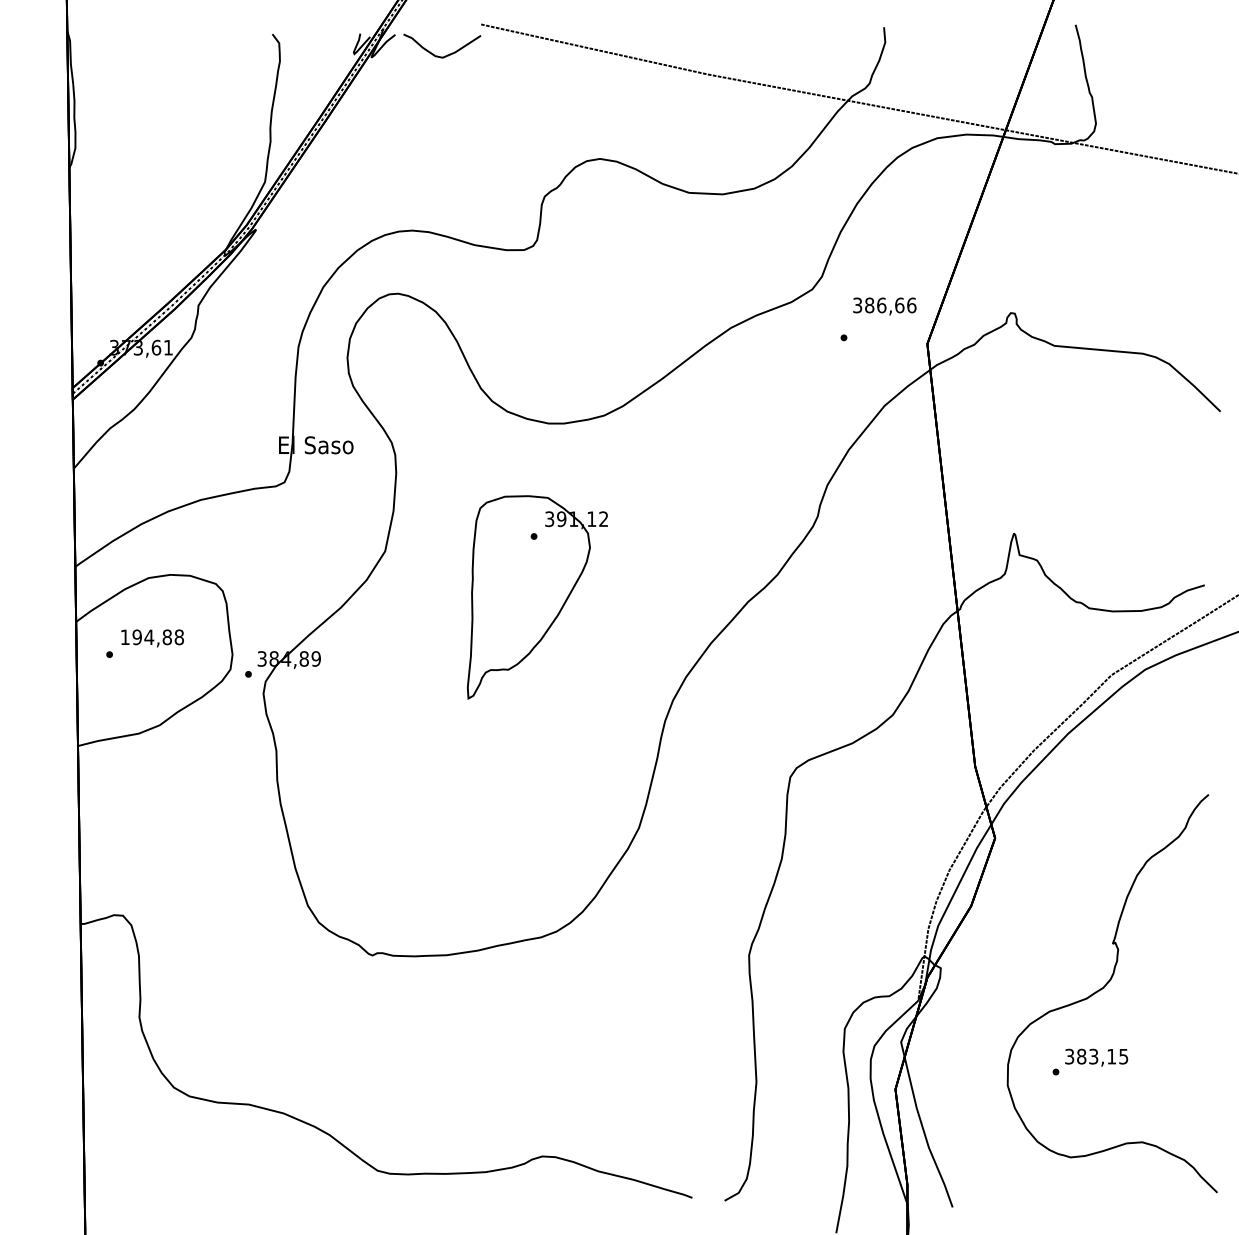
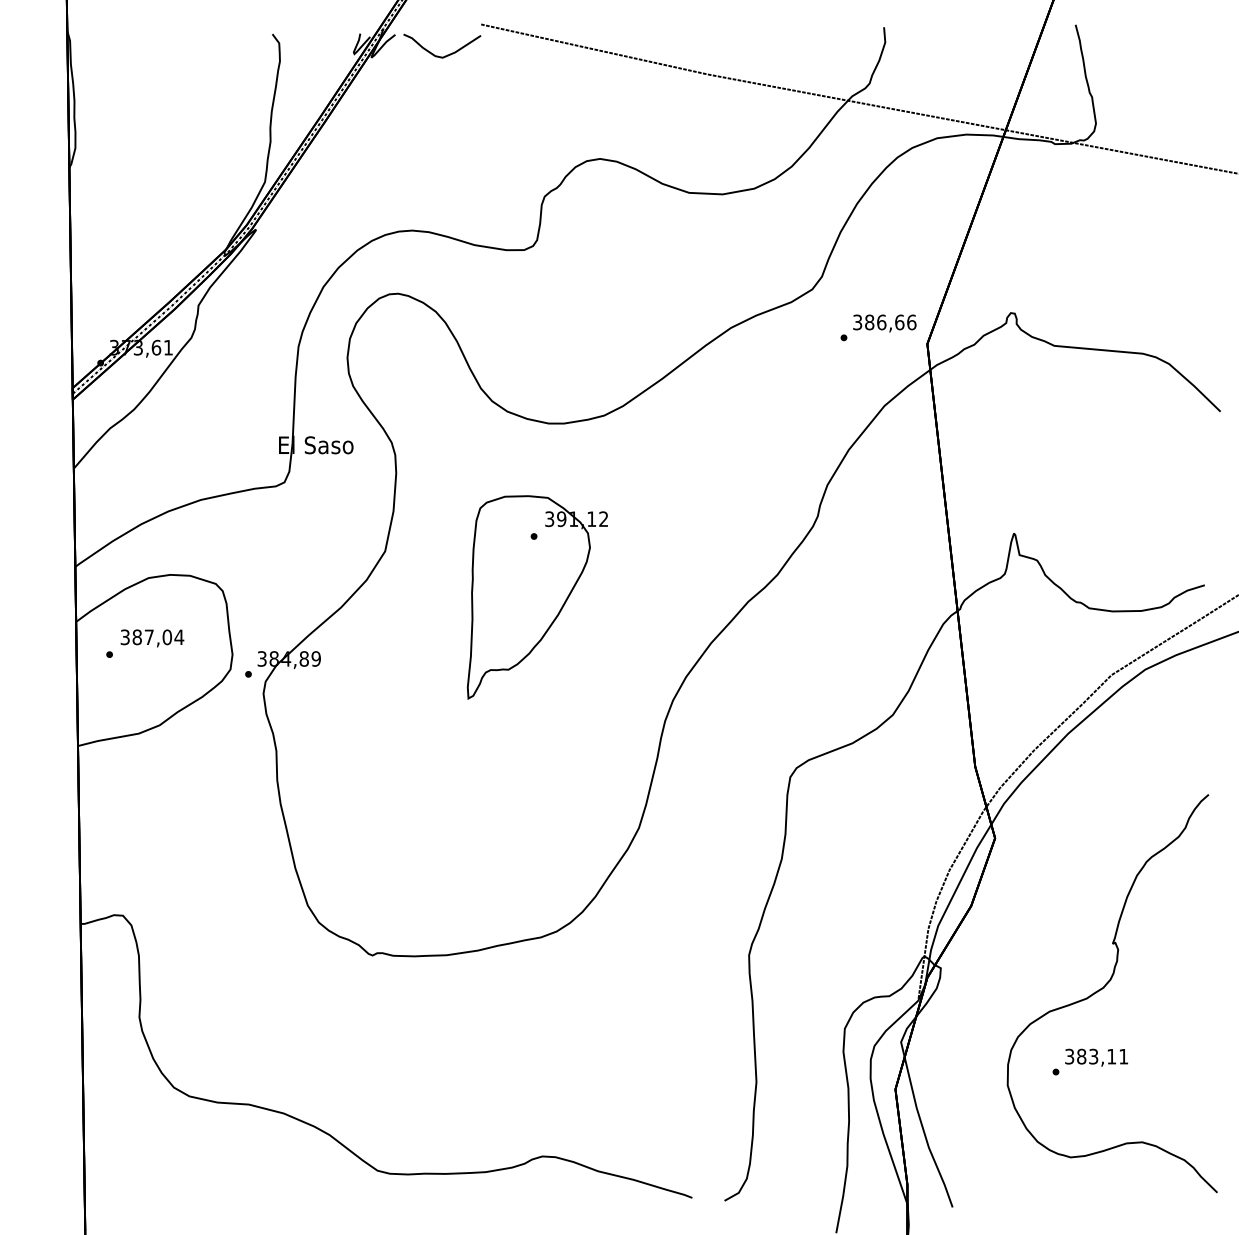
text at (884, 306) position: (884, 306) -> (884, 323)
text at (152, 637): 194,88 -> 387,04
text at (1123, 1056): 383,15 -> 383,11
